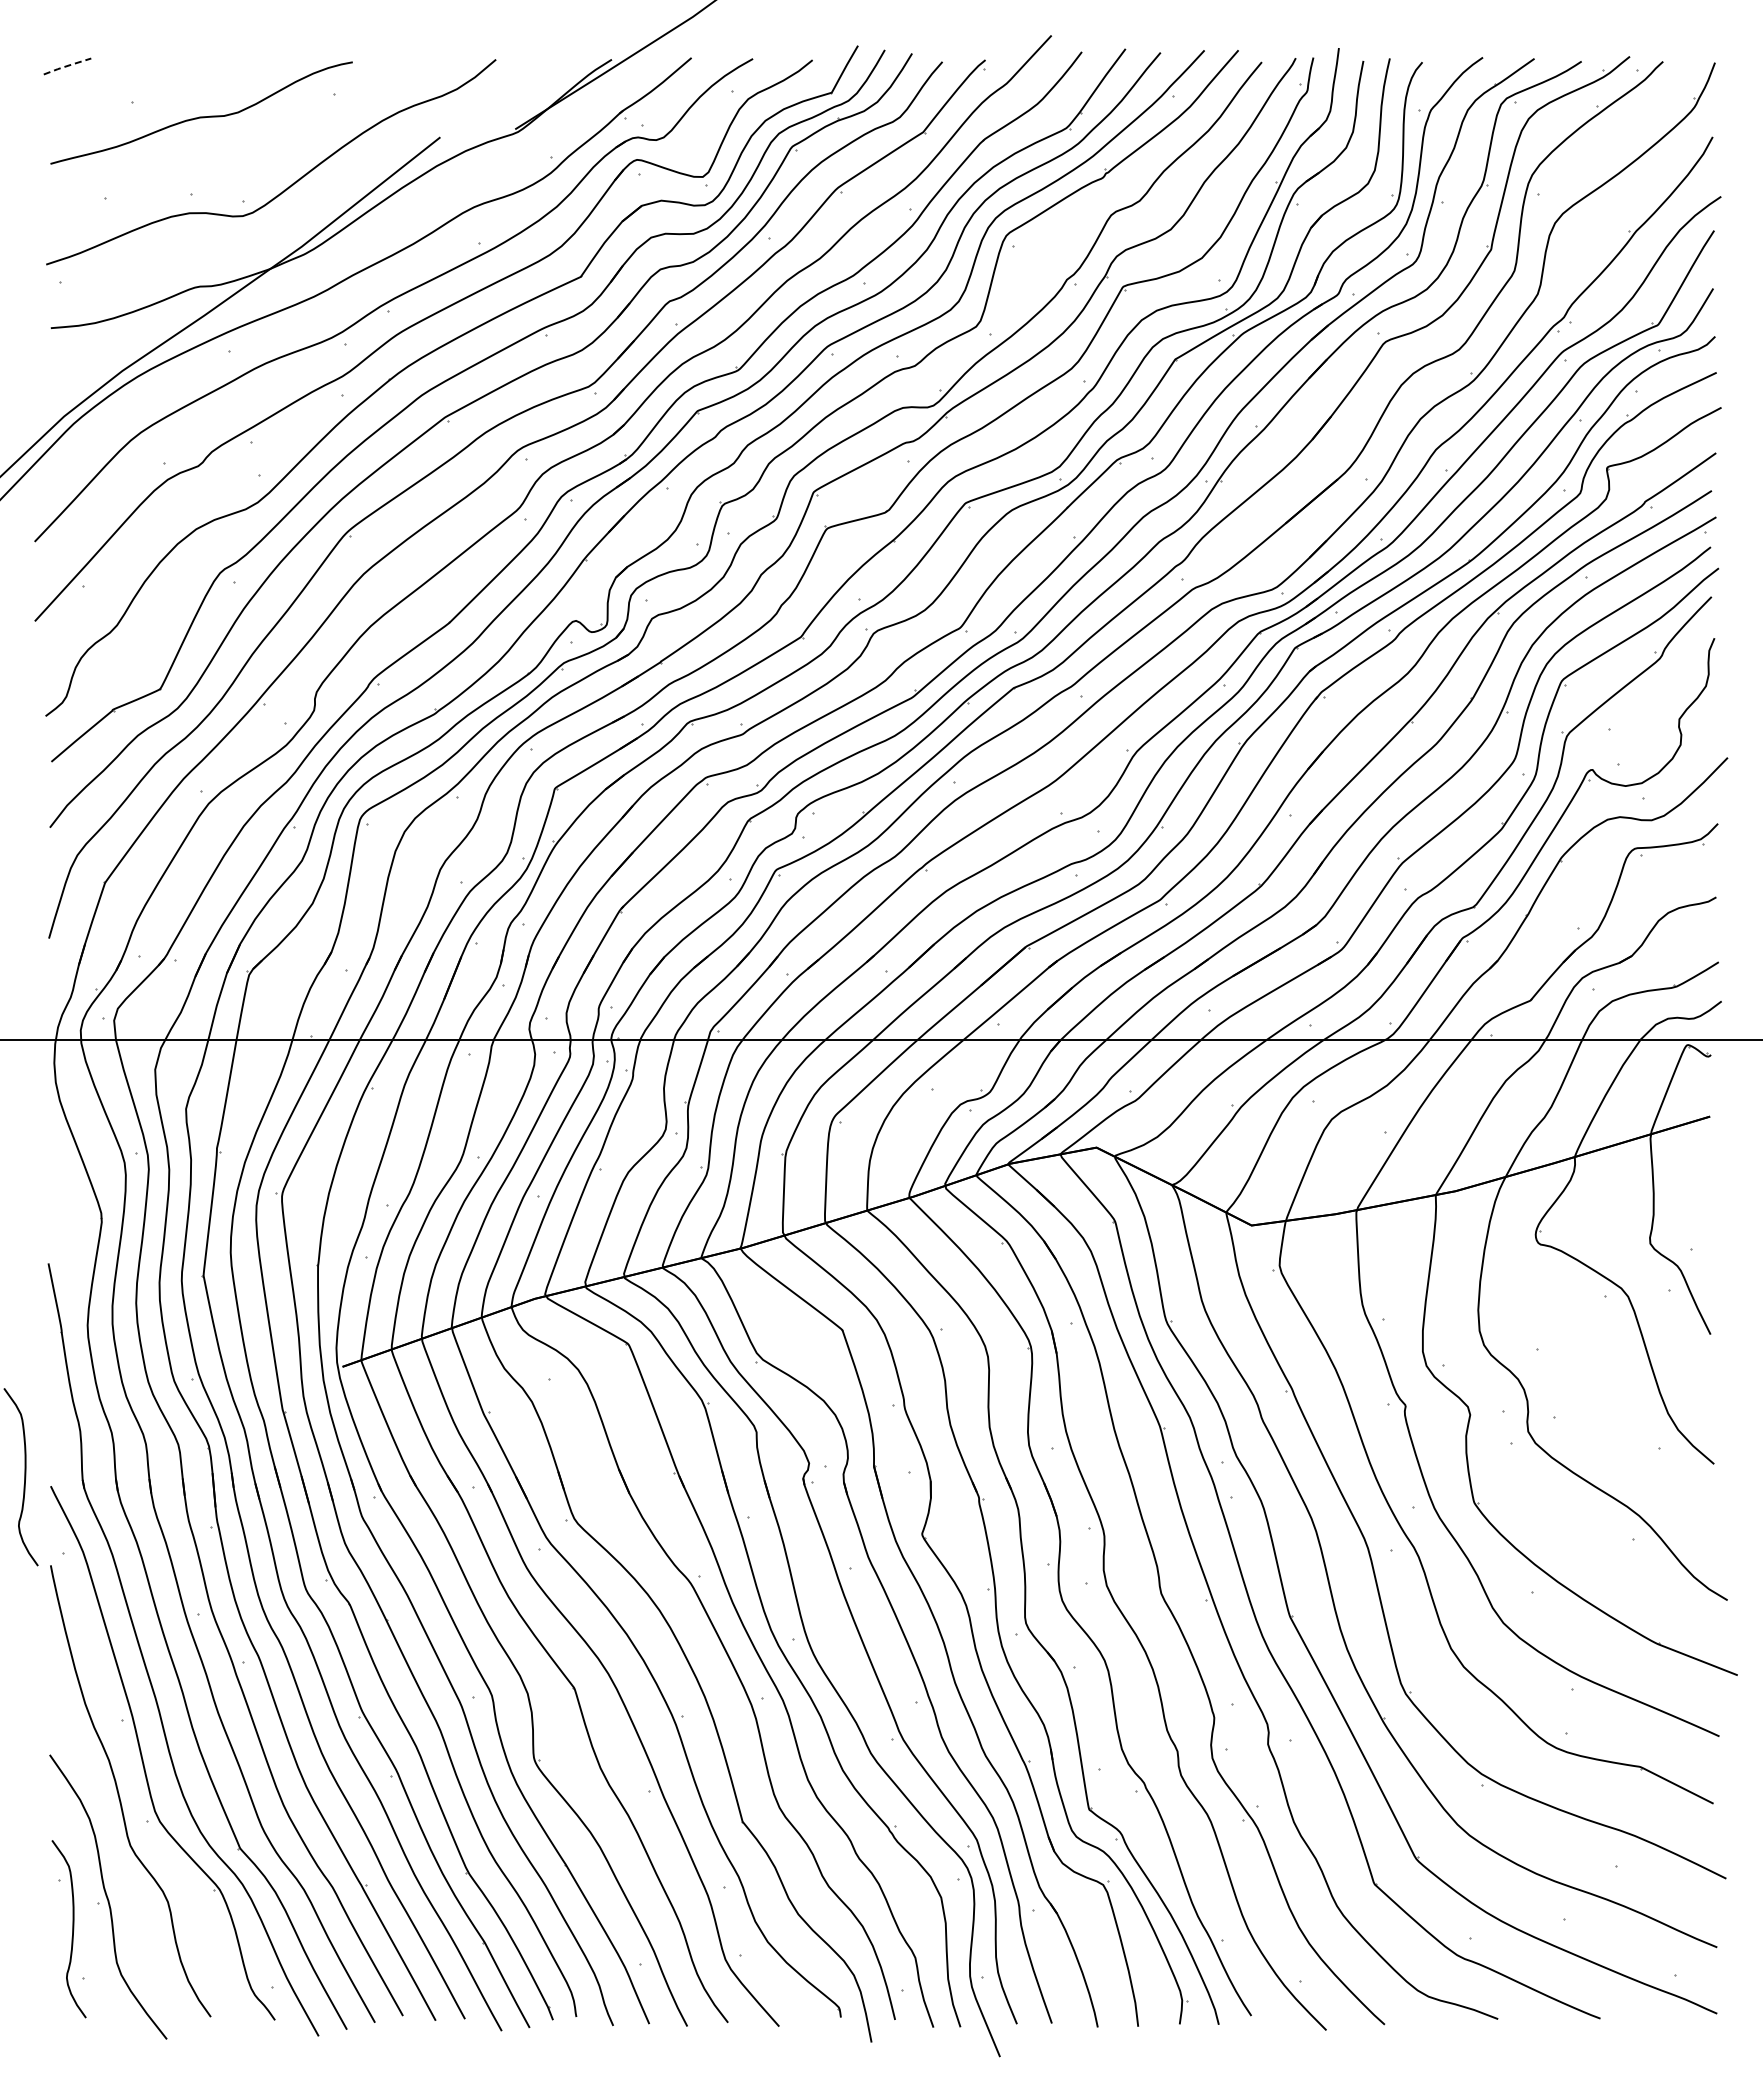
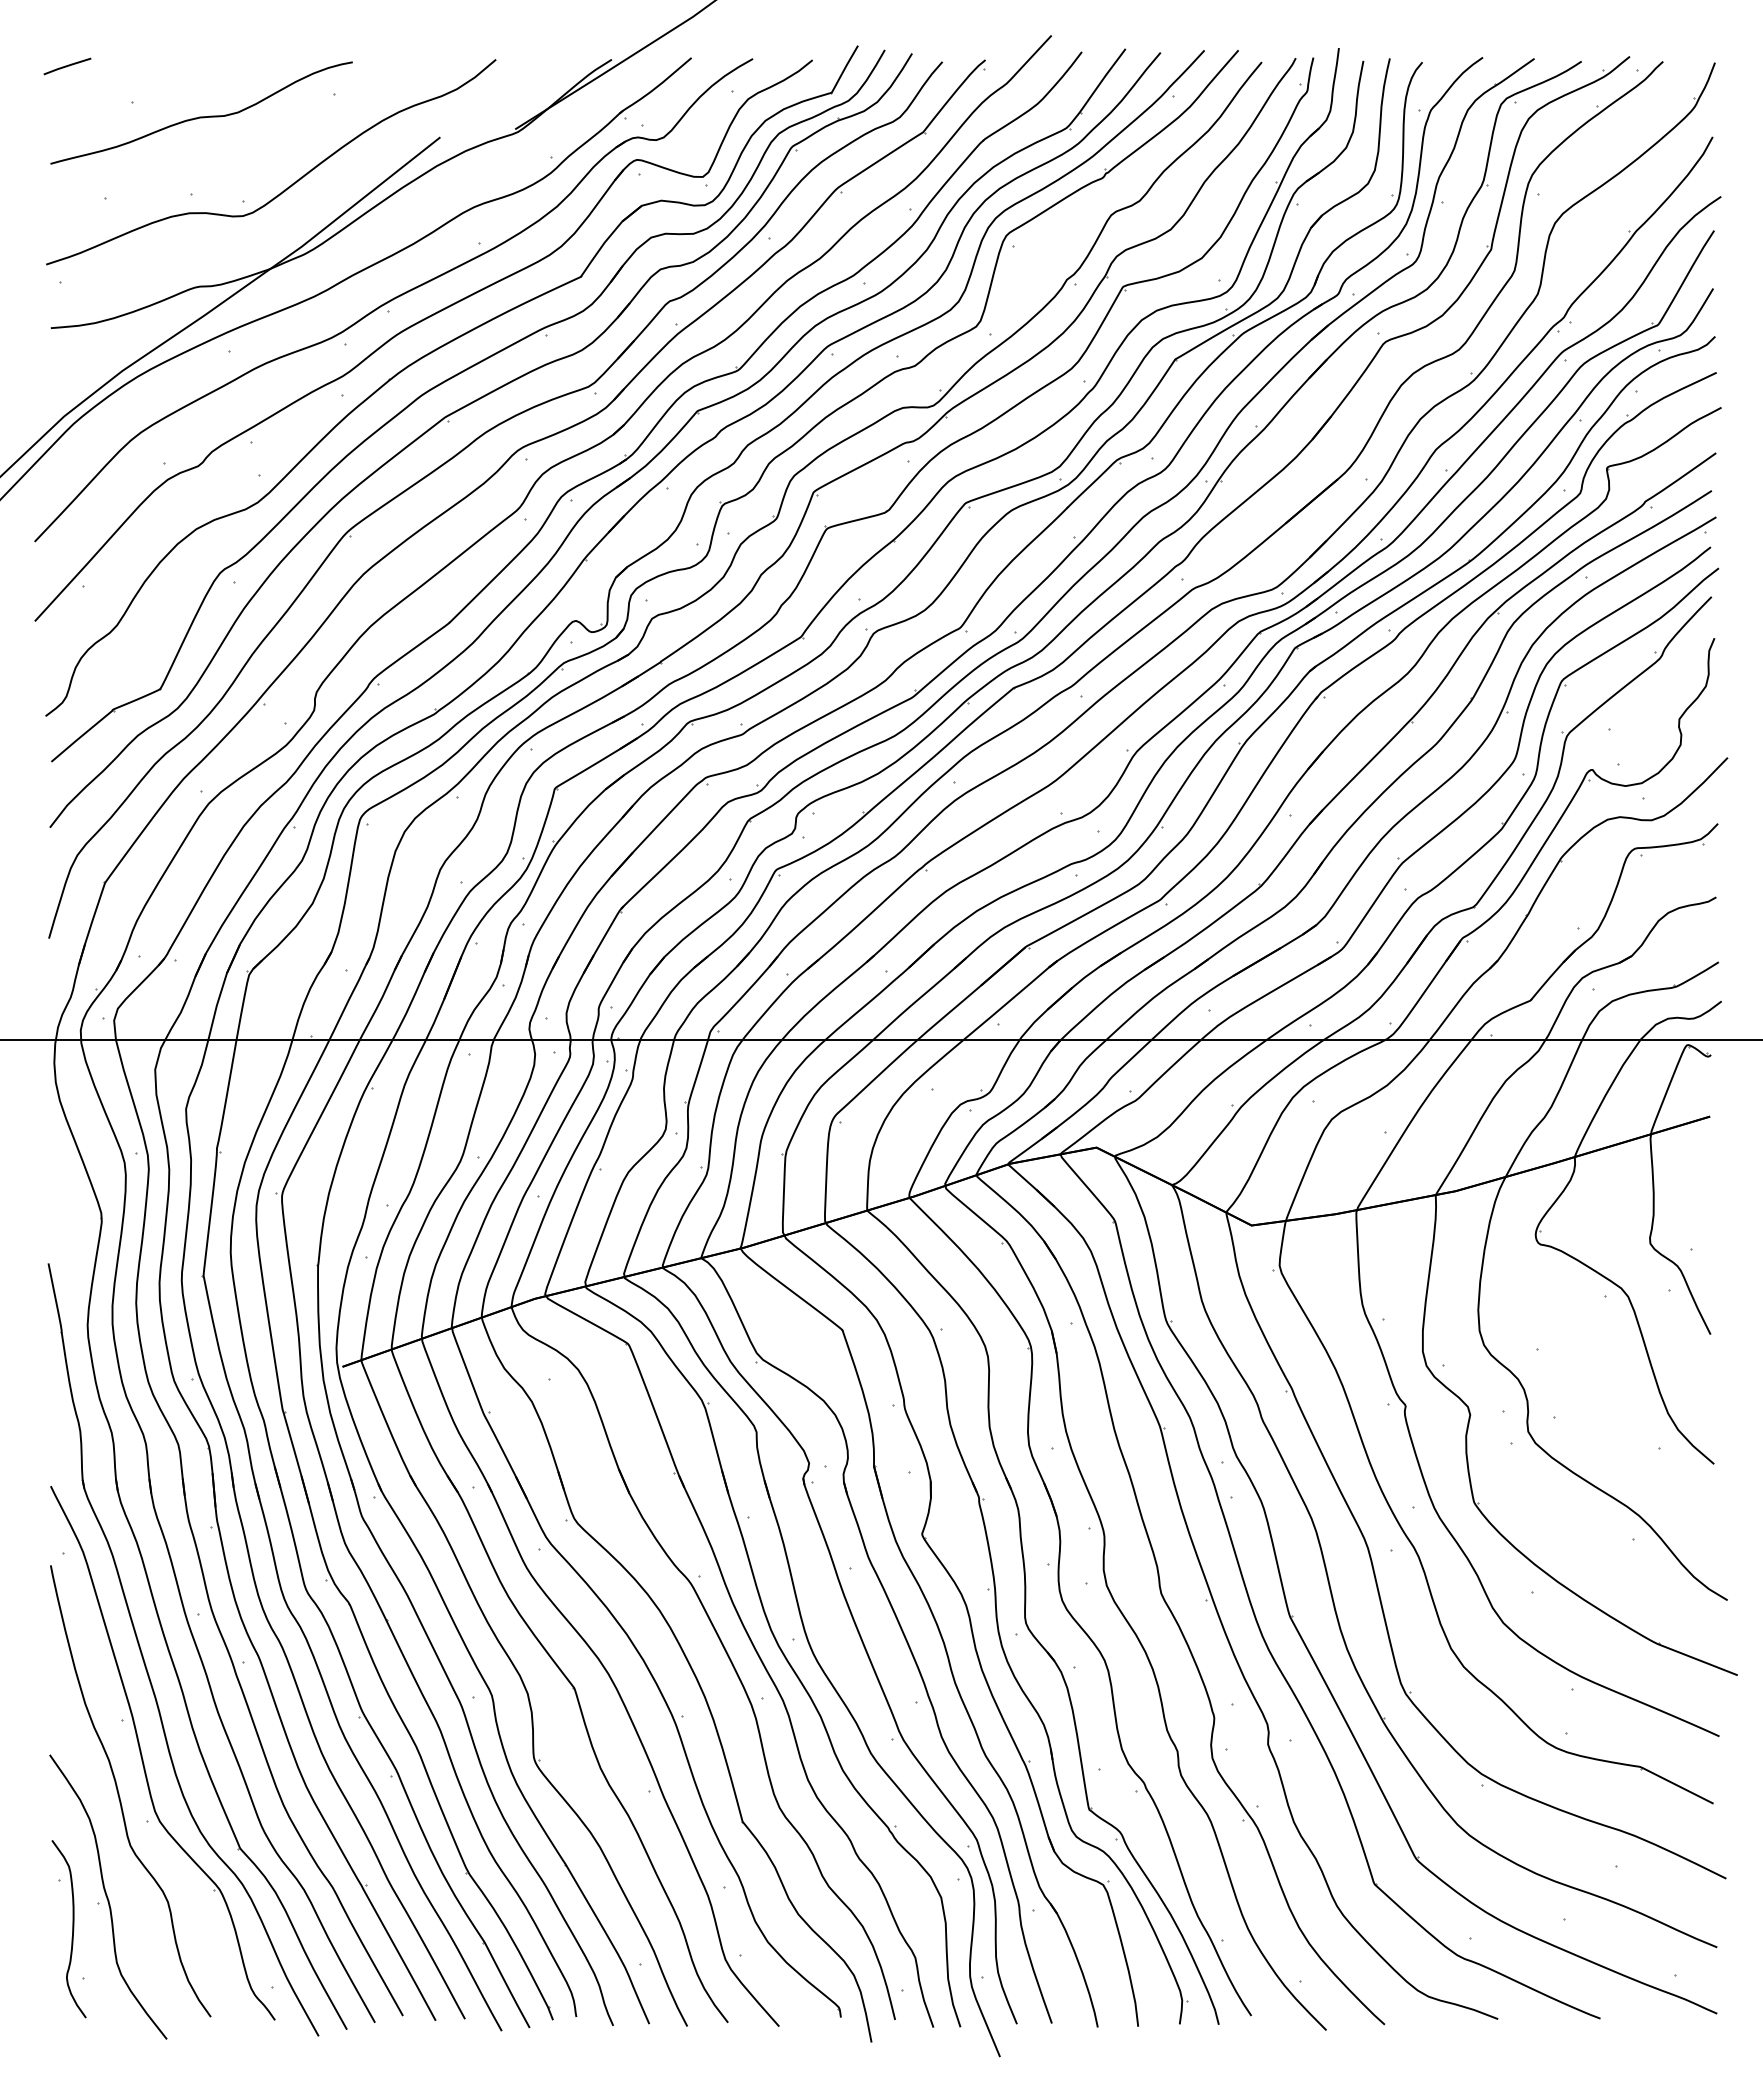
line at (66, 66): dashed -> solid
curve at (24, 1477): present -> none
